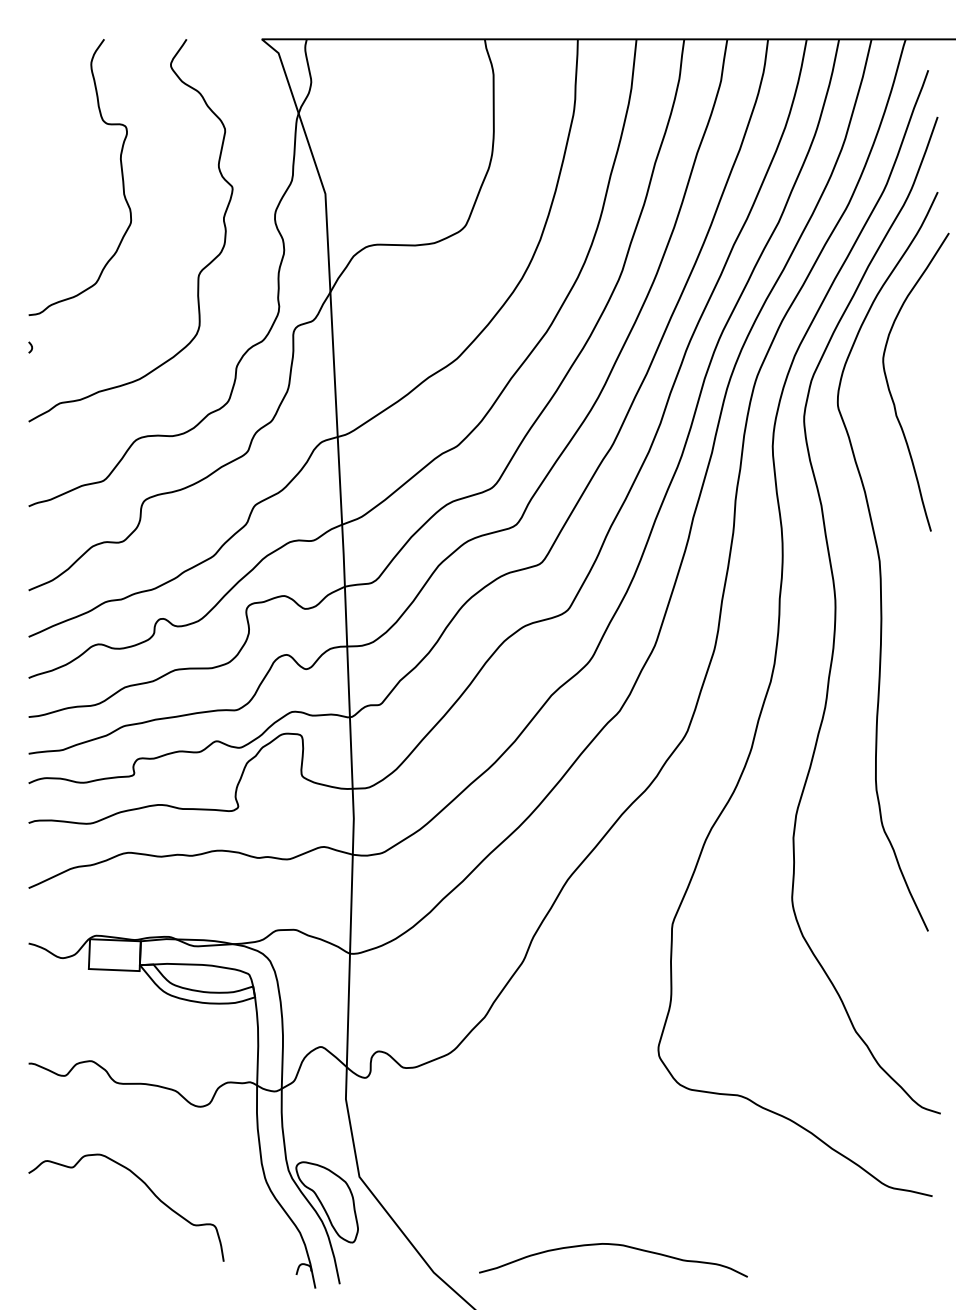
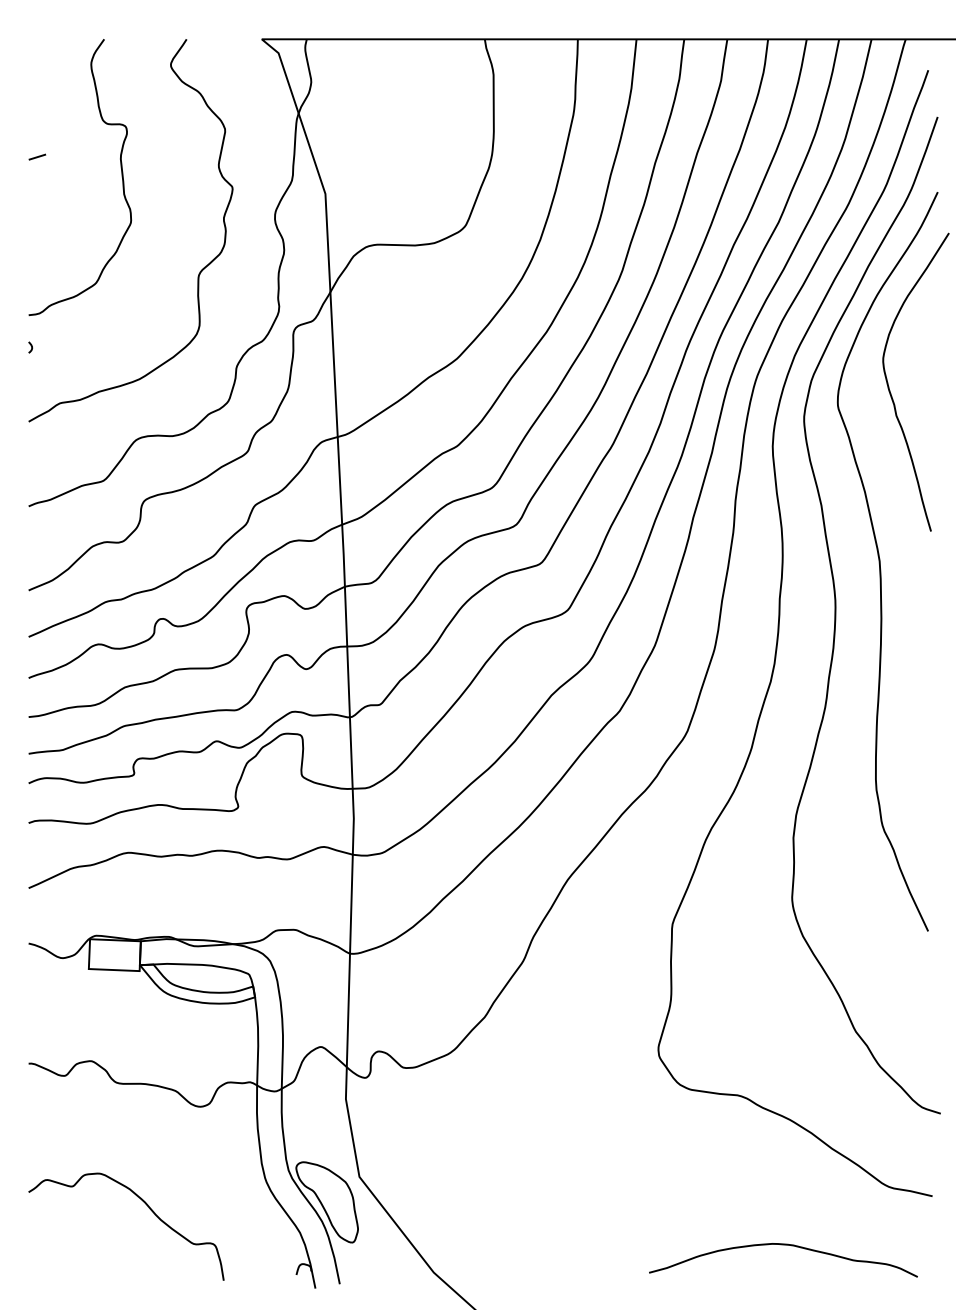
line at (37, 156): none -> present
curve at (149, 1190) position: (149, 1190) -> (149, 1209)
curve at (613, 1245) position: (613, 1245) -> (783, 1245)
